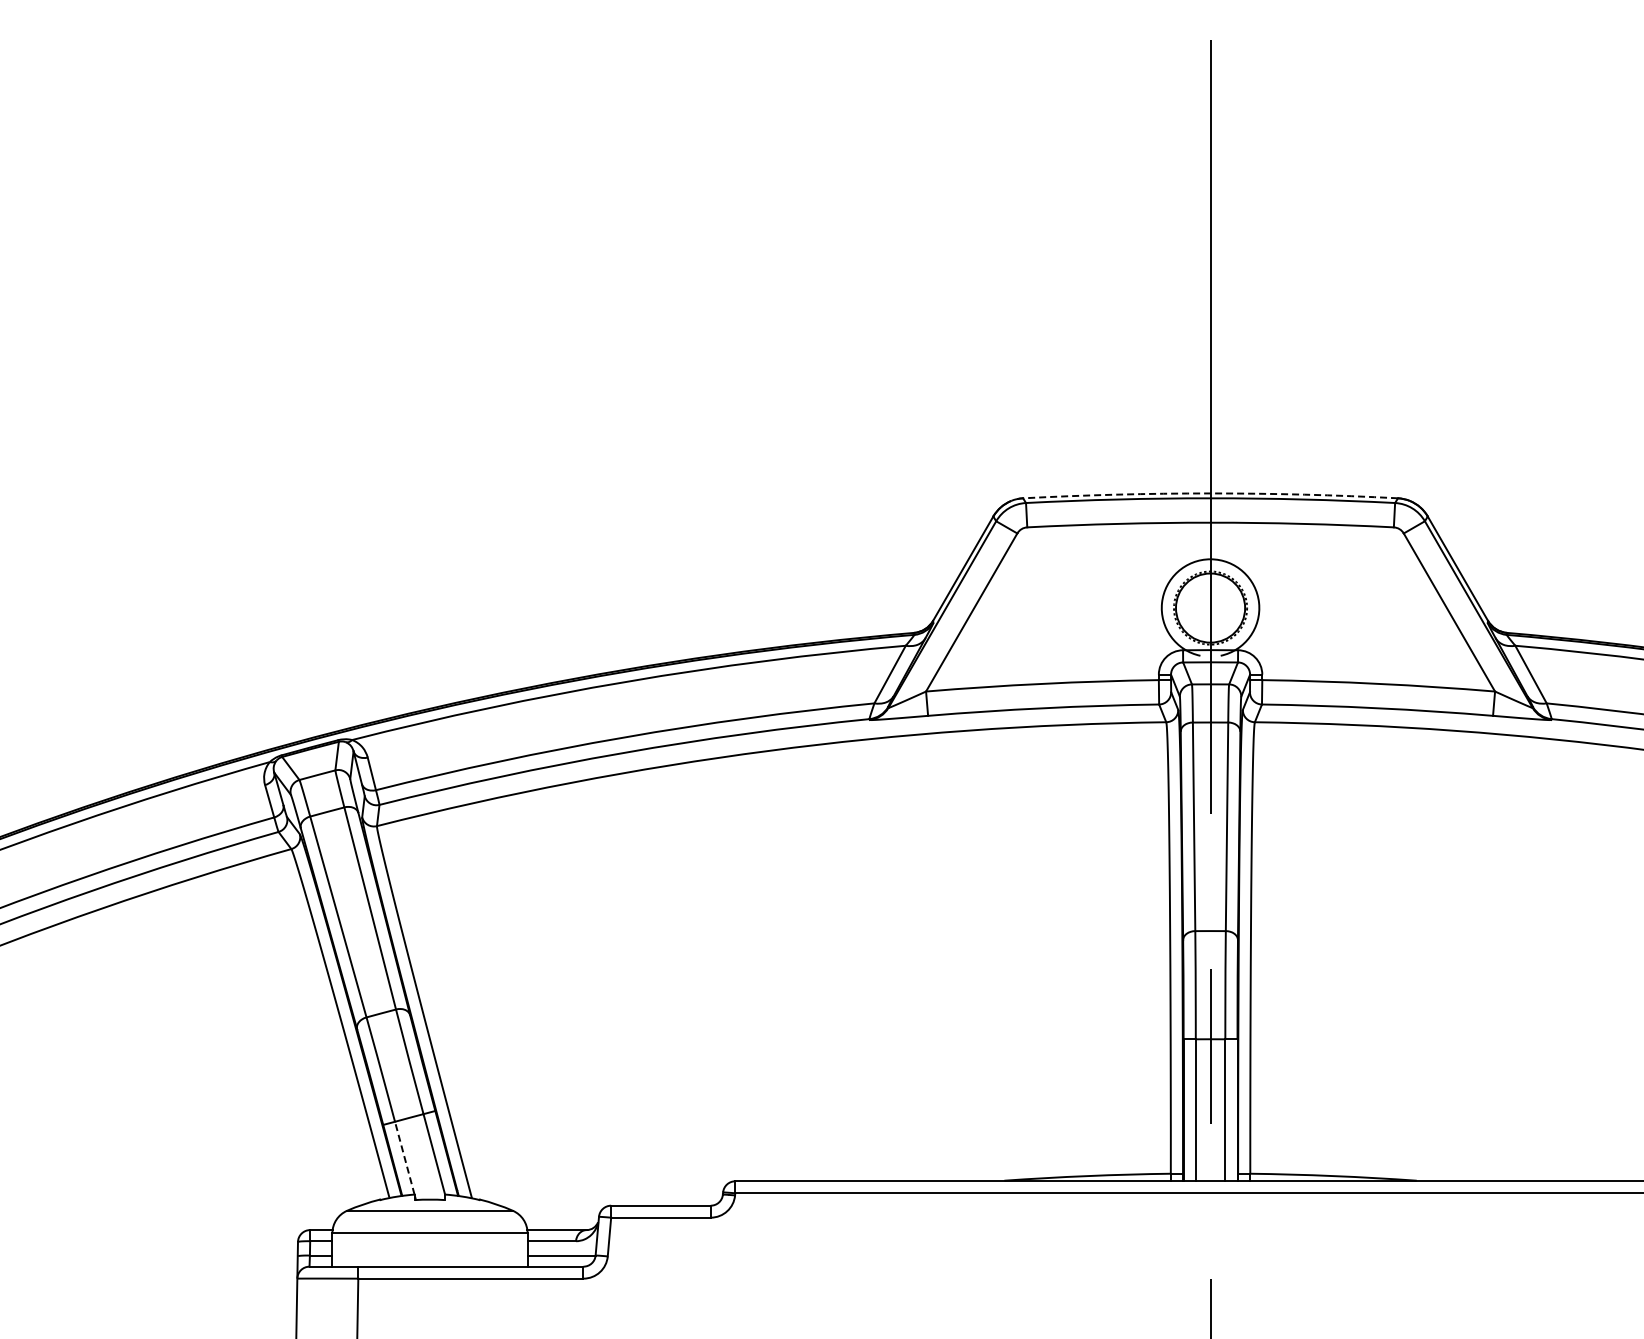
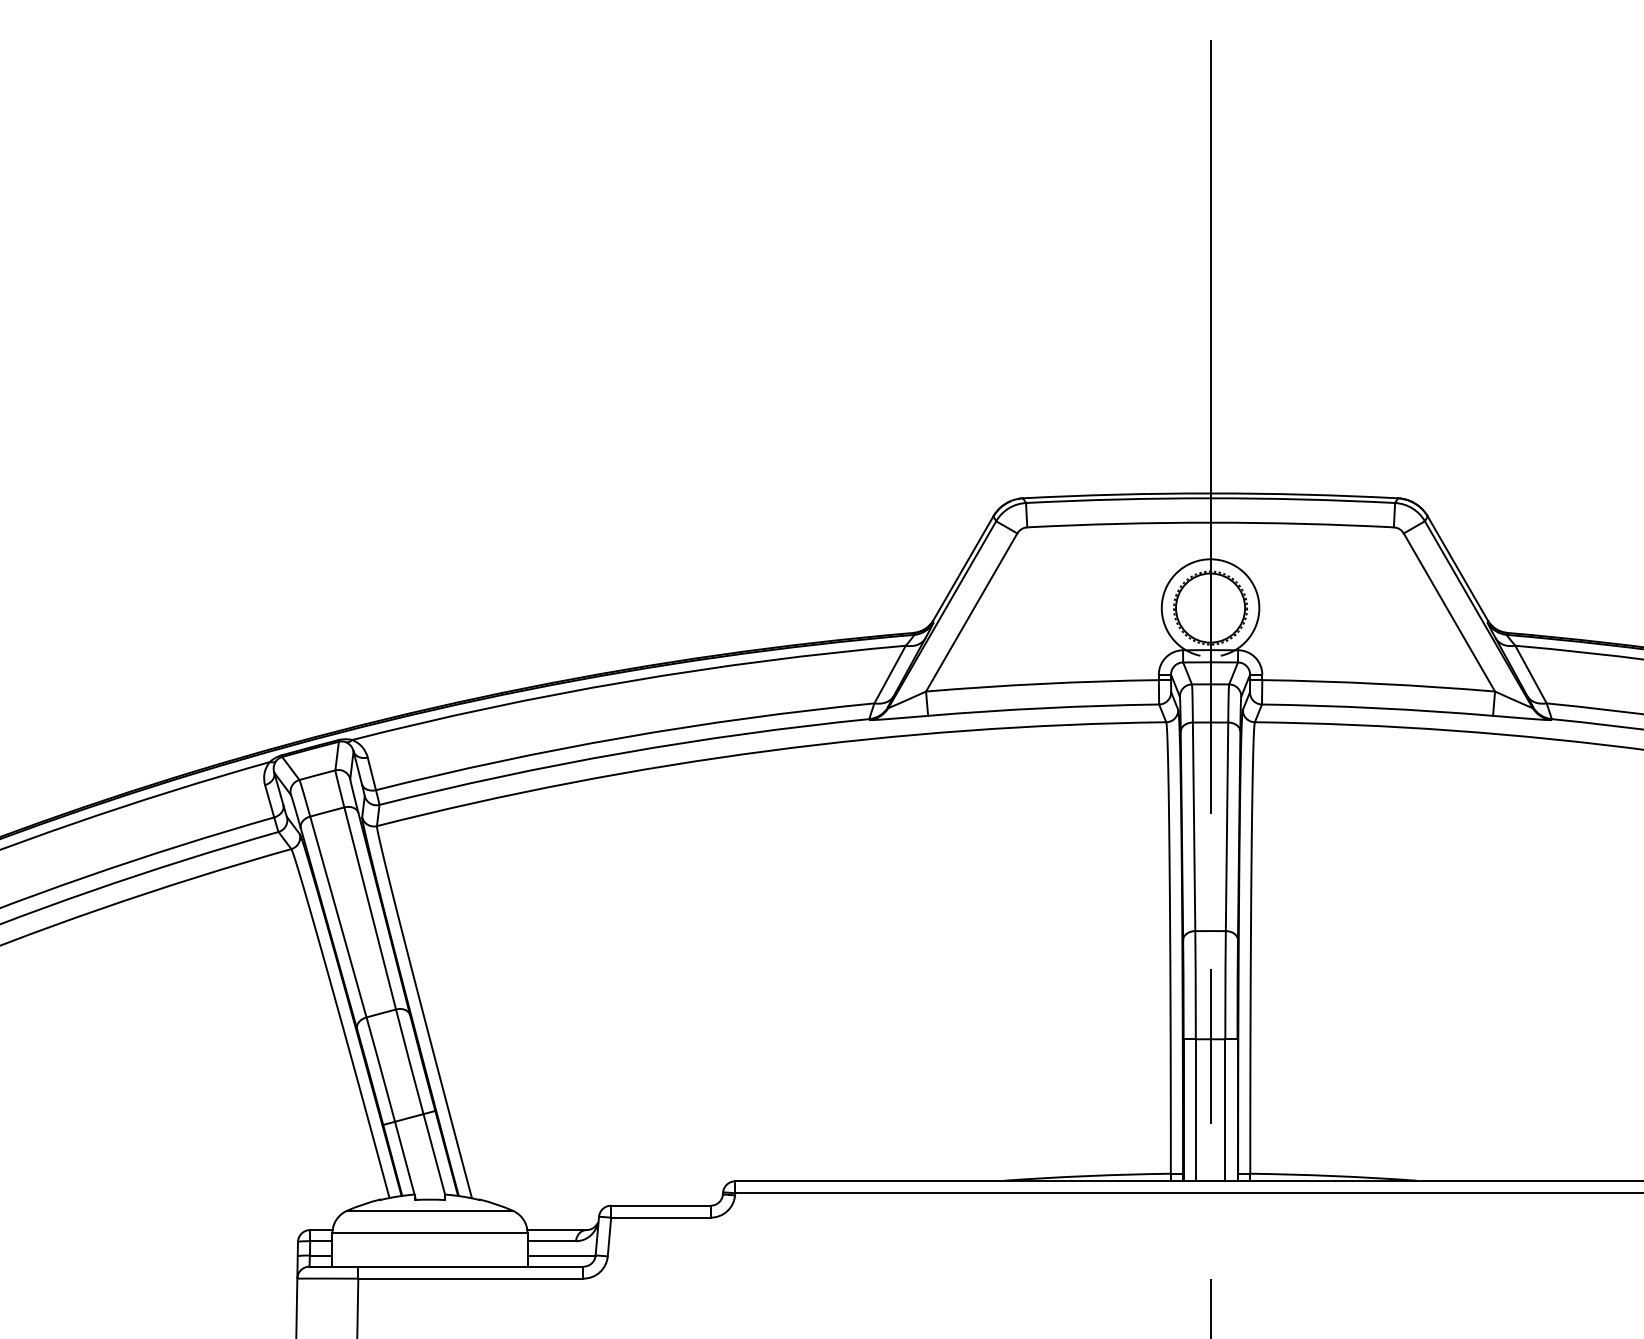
arc at (1210, 493): dashed -> solid
line at (404, 1158): dashed -> solid
